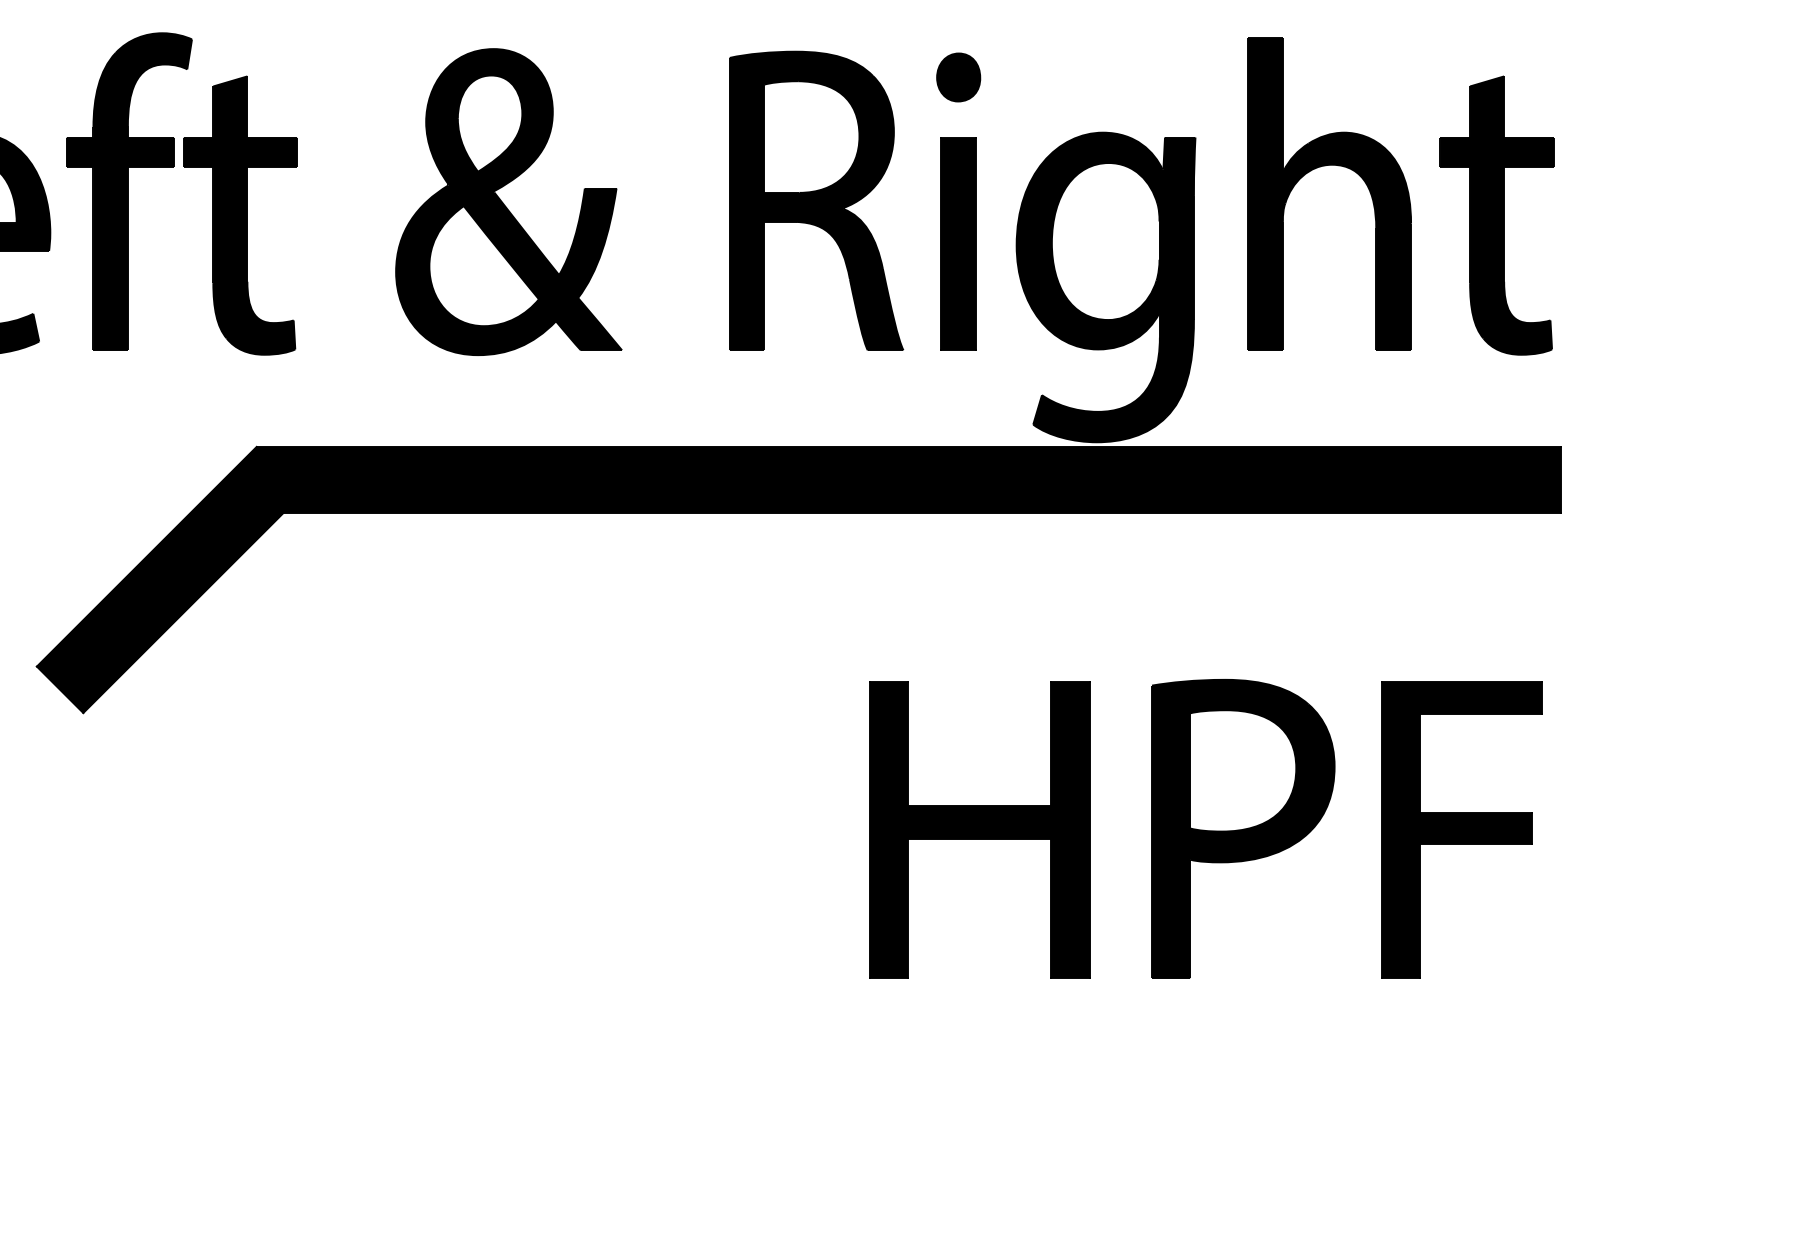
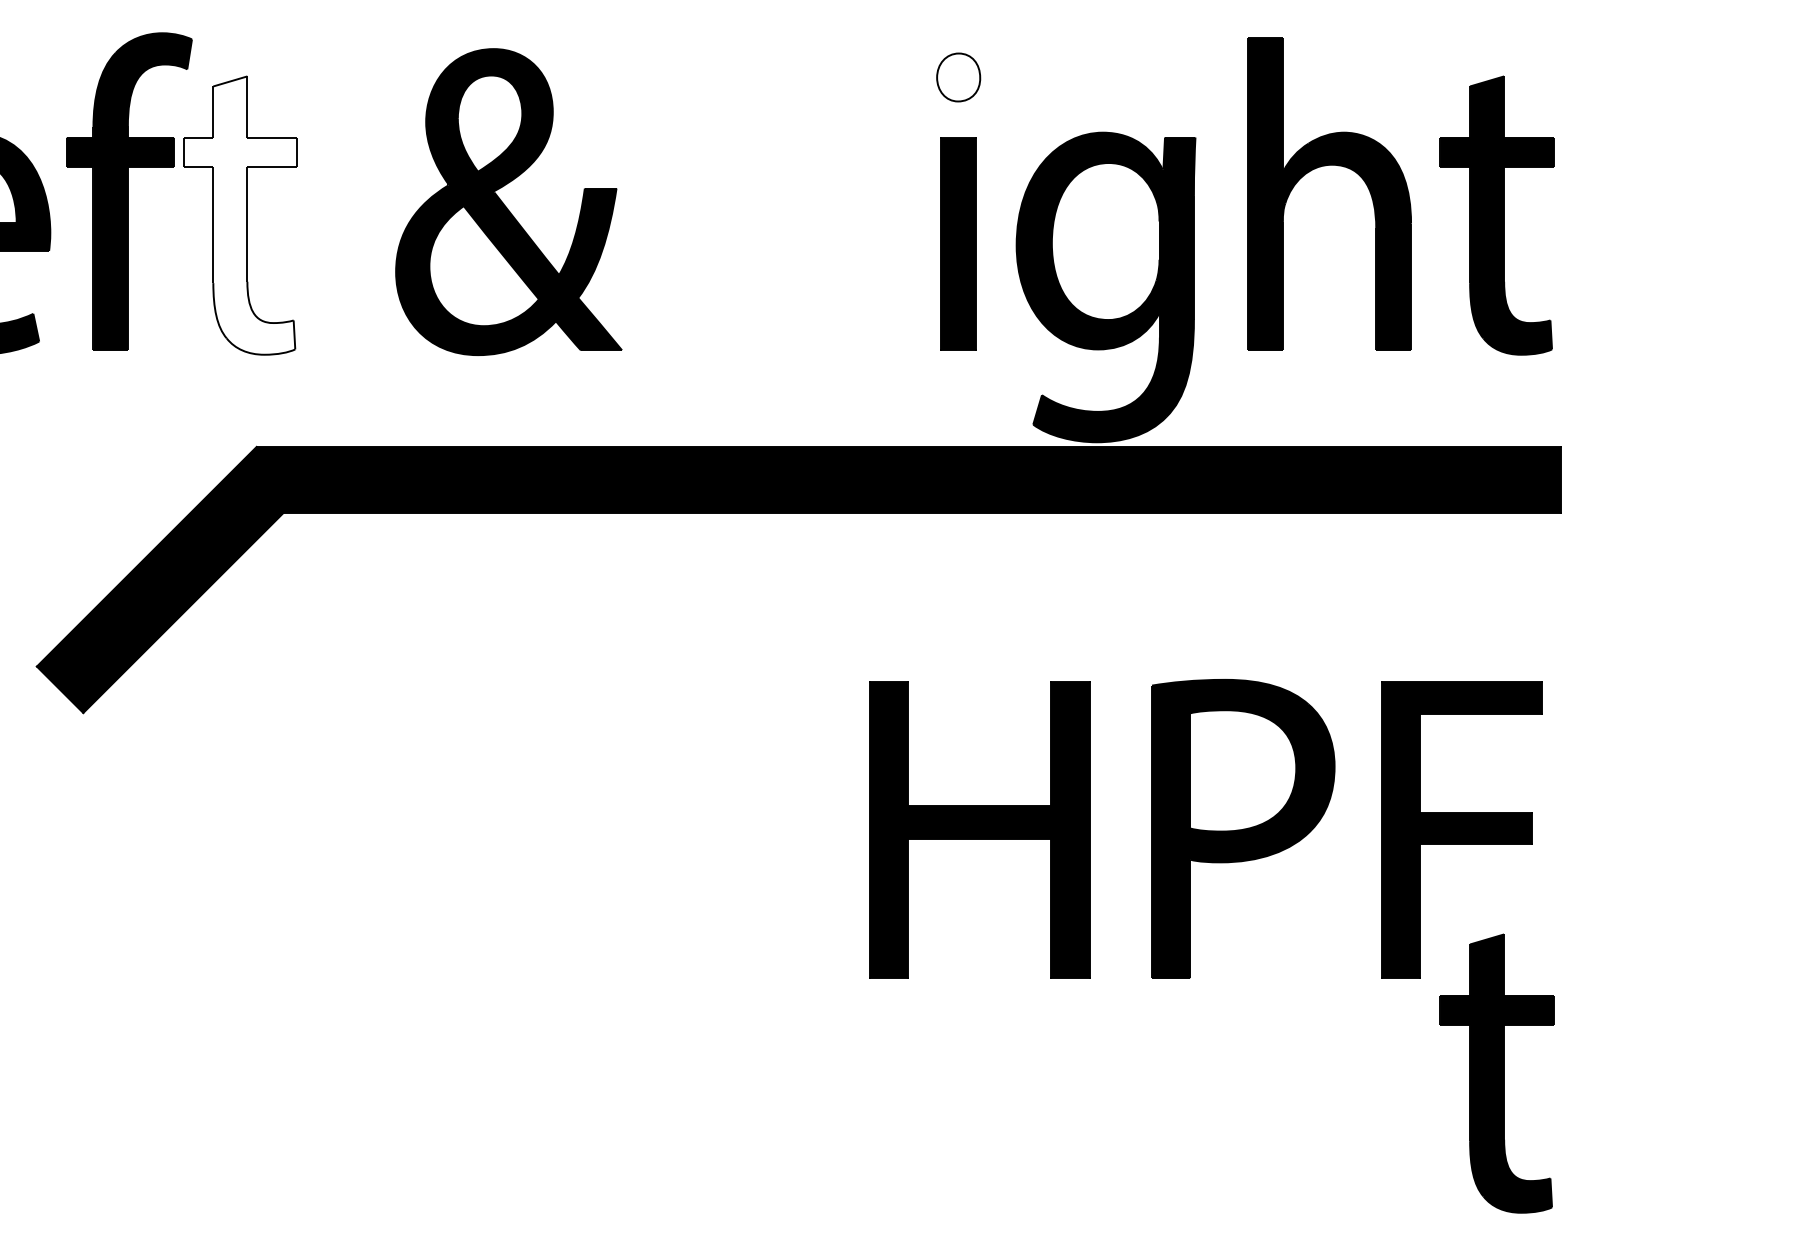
fill at (958, 77): present -> none
part at (816, 200): present -> none
fill at (240, 215): present -> none
part at (1496, 1073): none -> present
